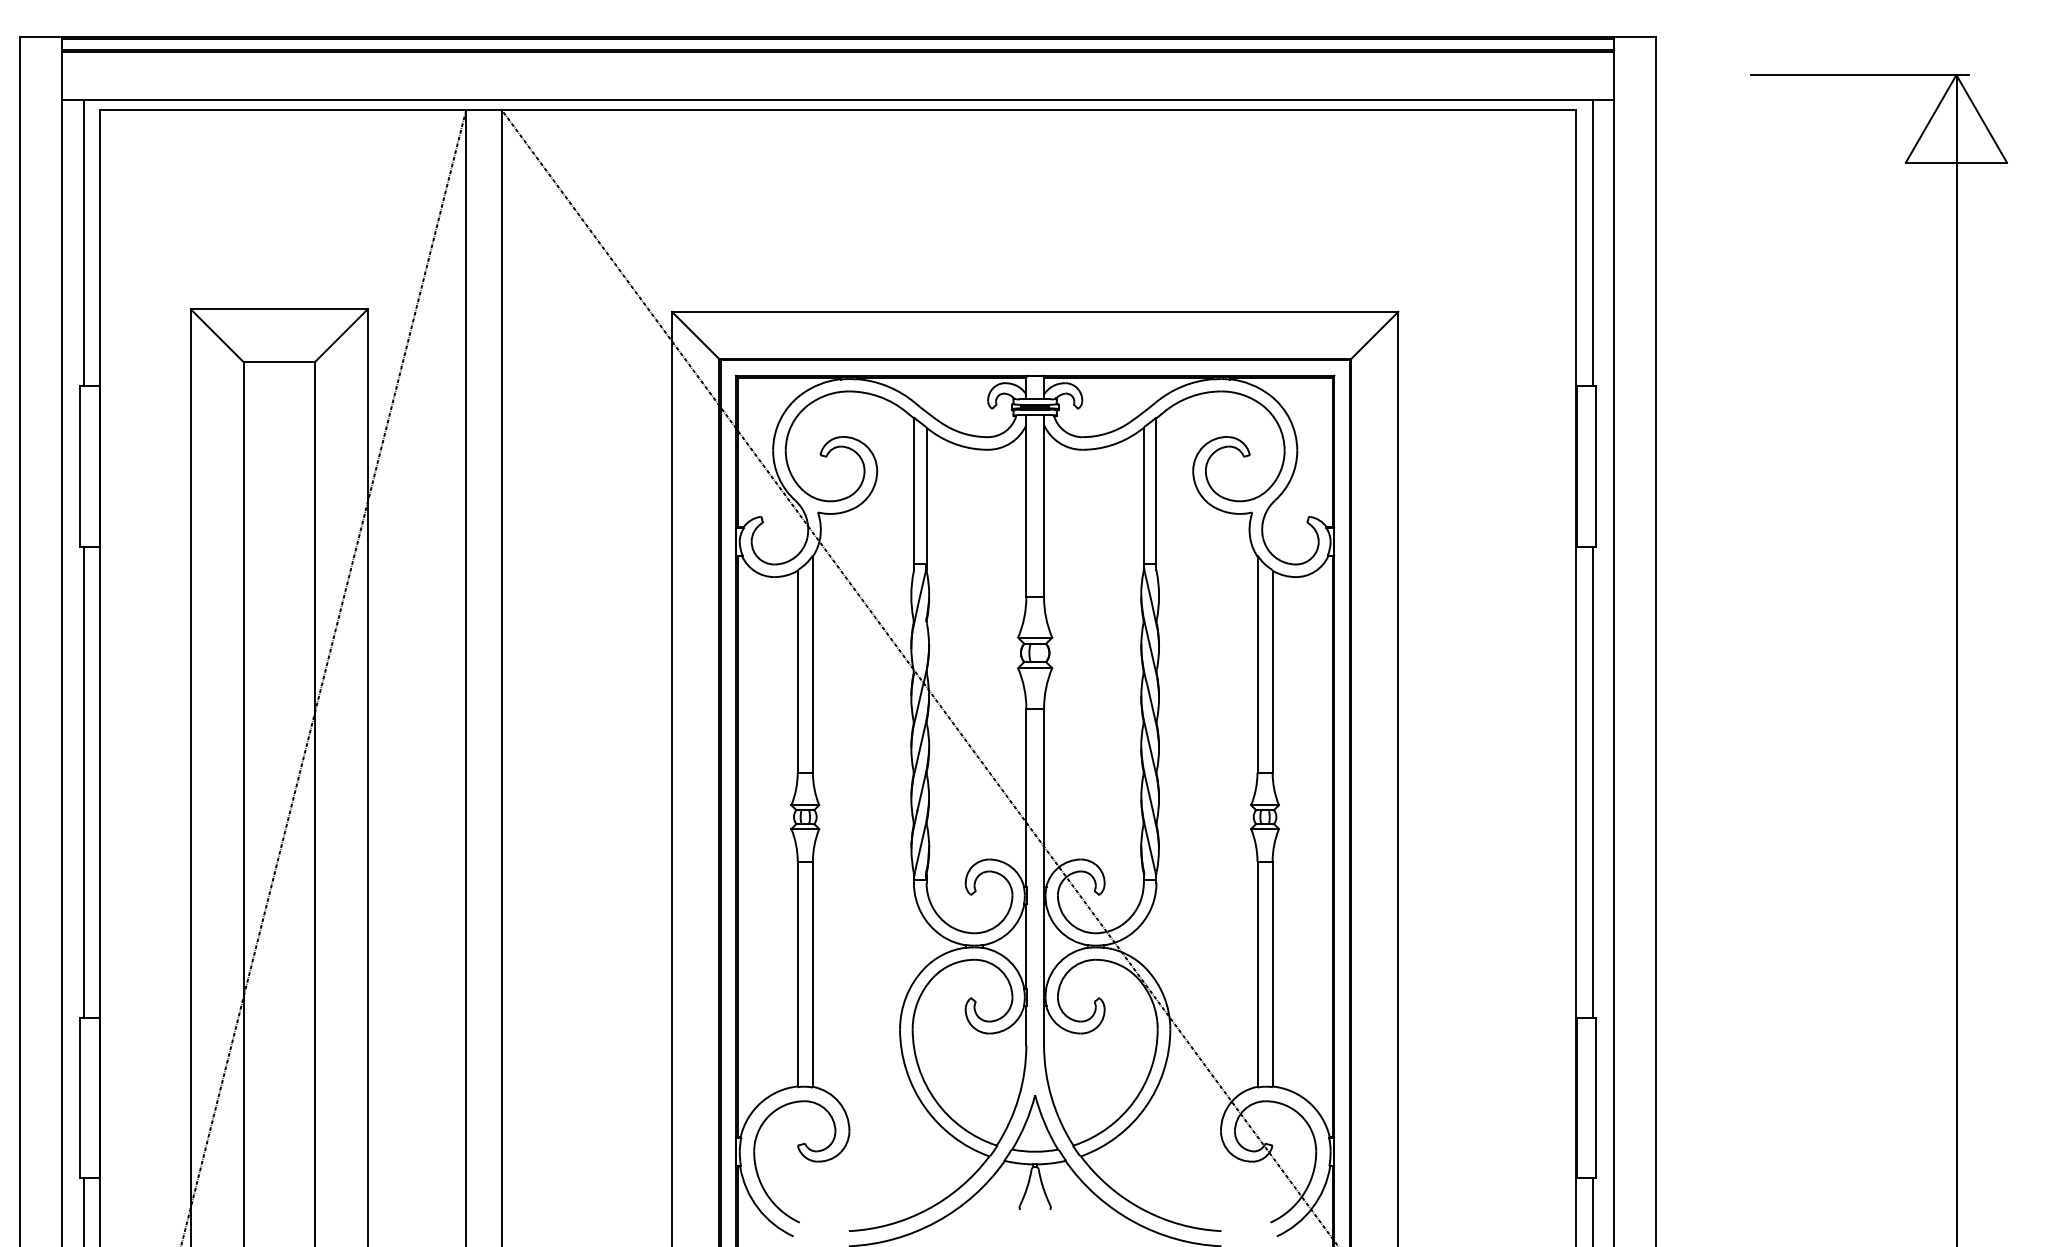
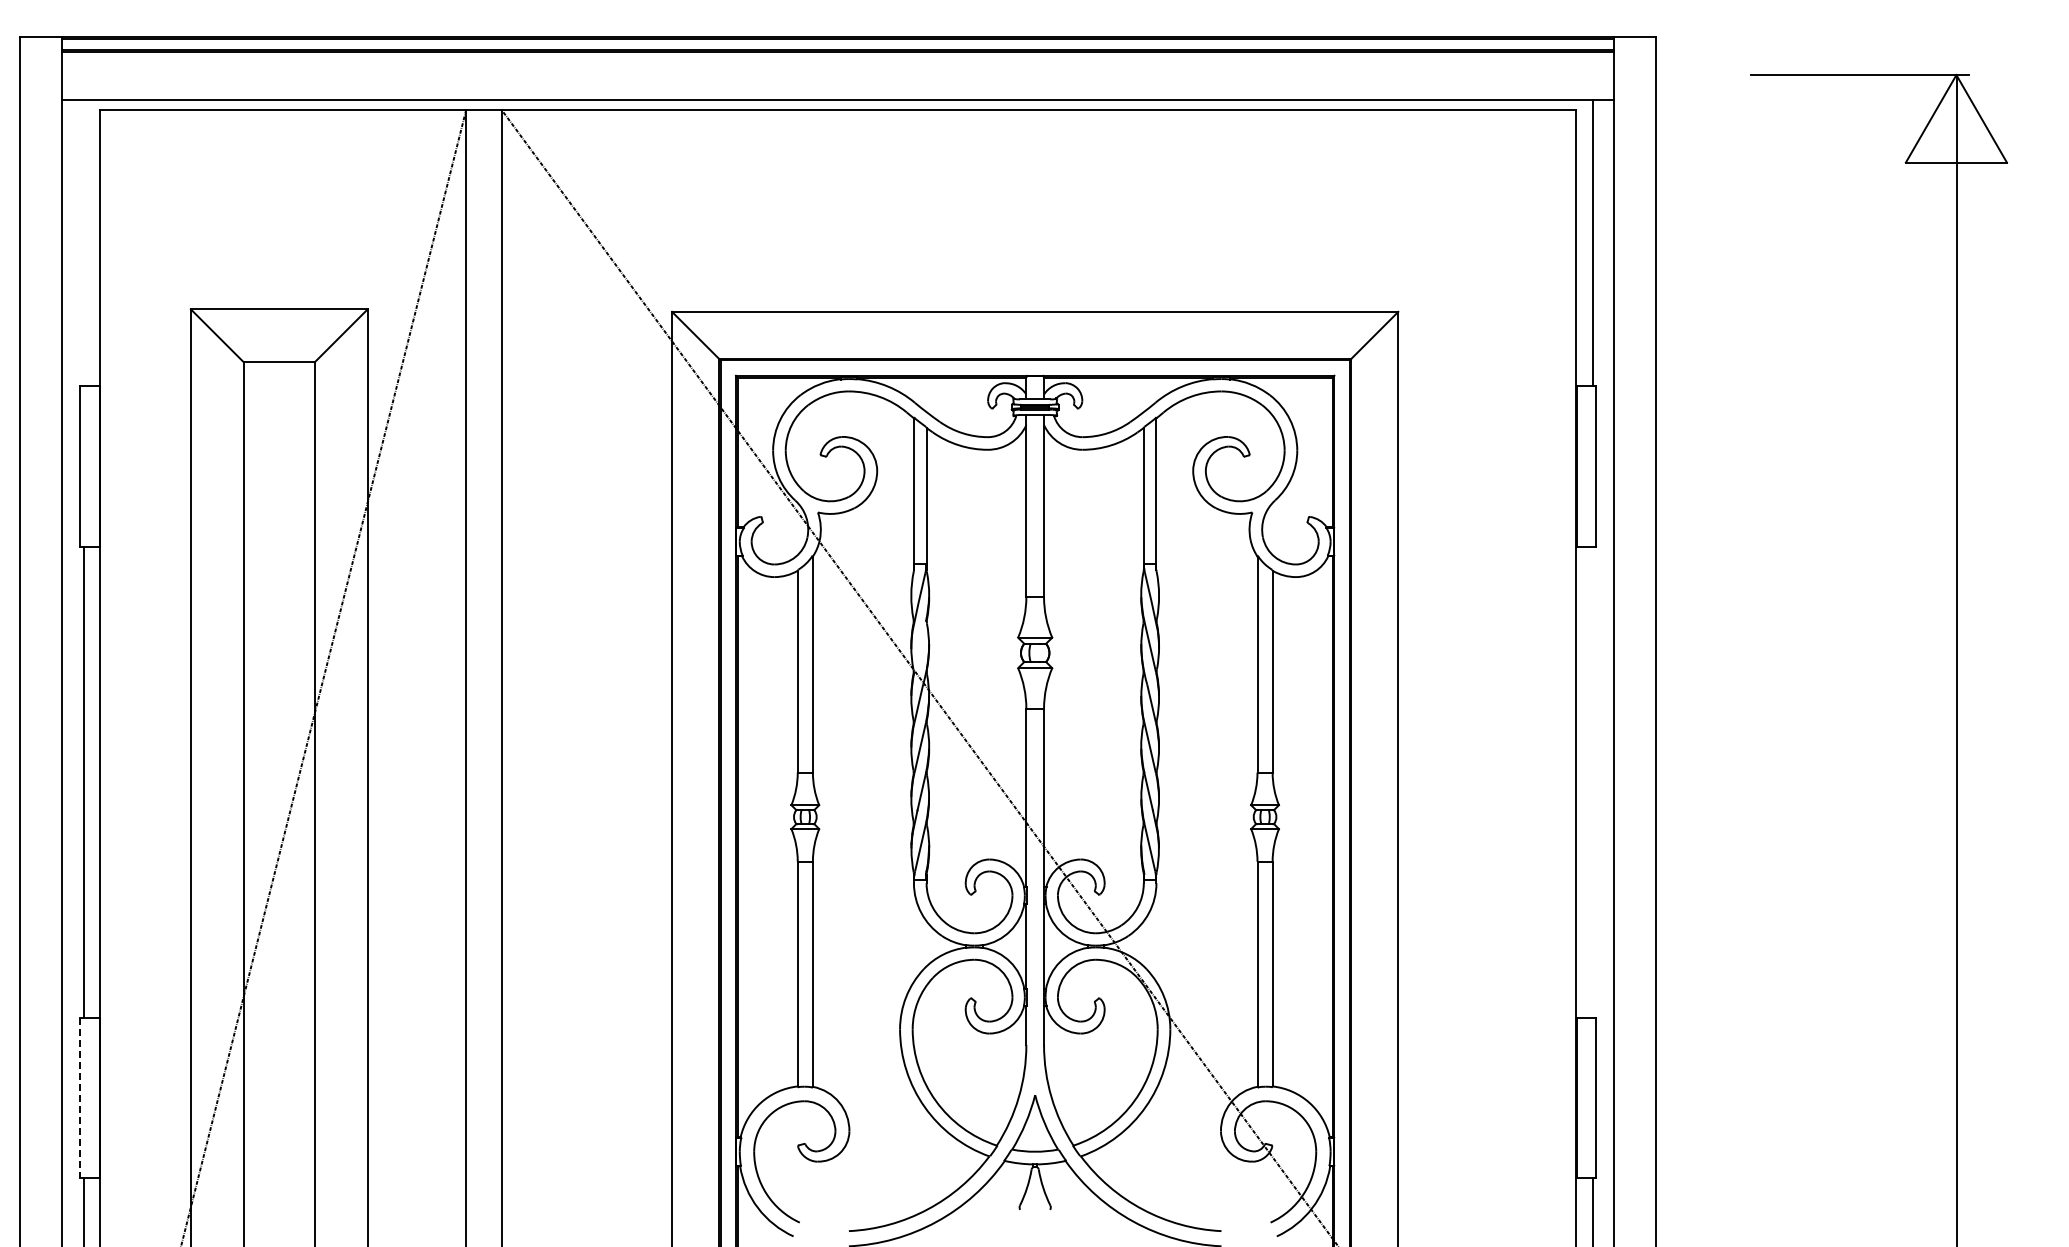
line at (83, 243): present -> none
line at (1592, 781): present -> none
line at (79, 1098): solid -> dashed
